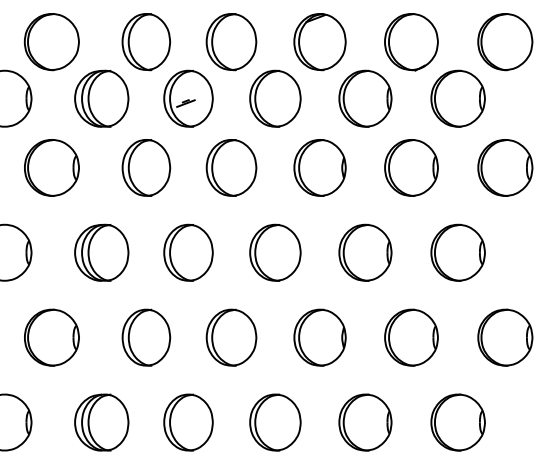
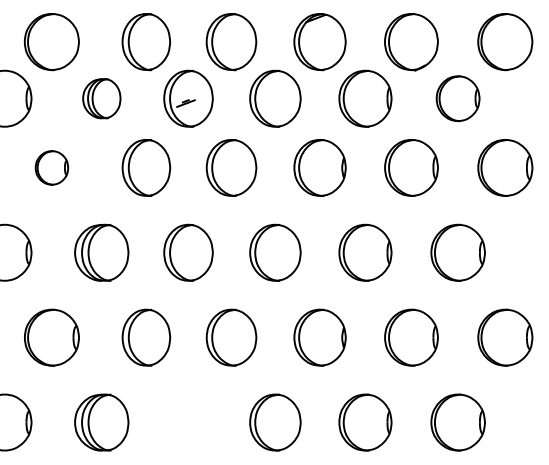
part at (101, 98) size: 56x59 px -> 40x42 px
part at (457, 98) size: 56x59 px -> 46x48 px
part at (51, 167) size: 56x58 px -> 36x36 px
part at (188, 422): present -> none
